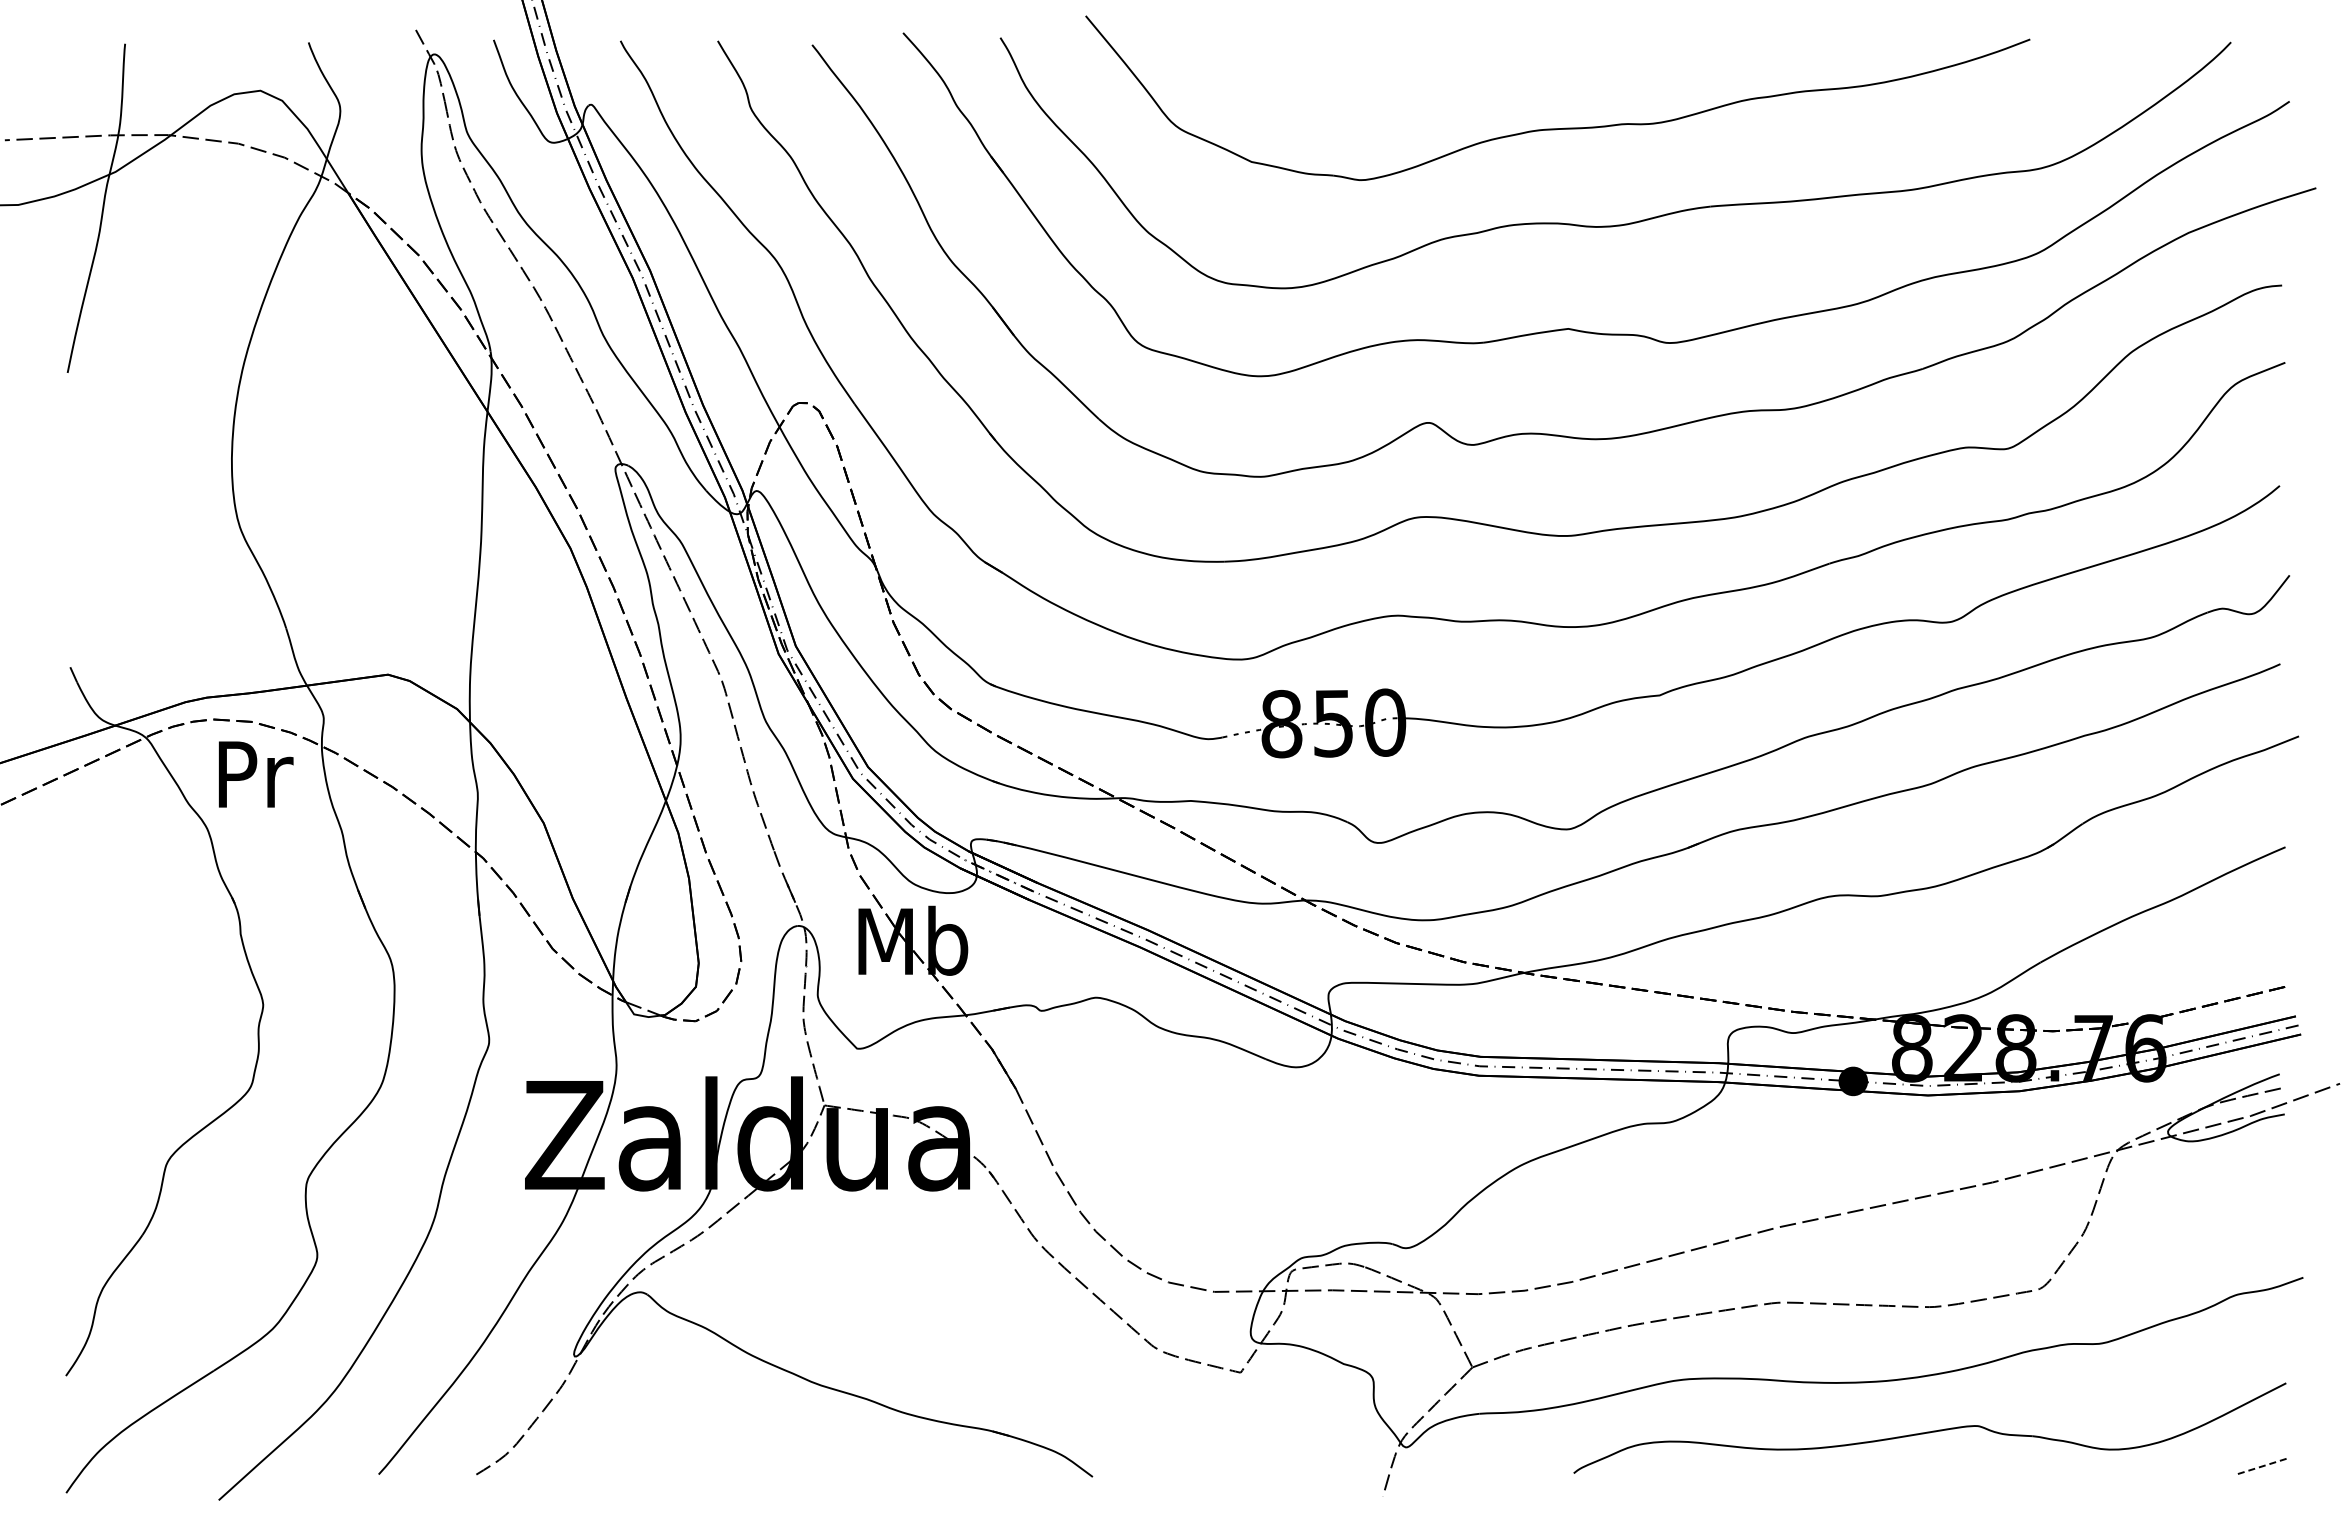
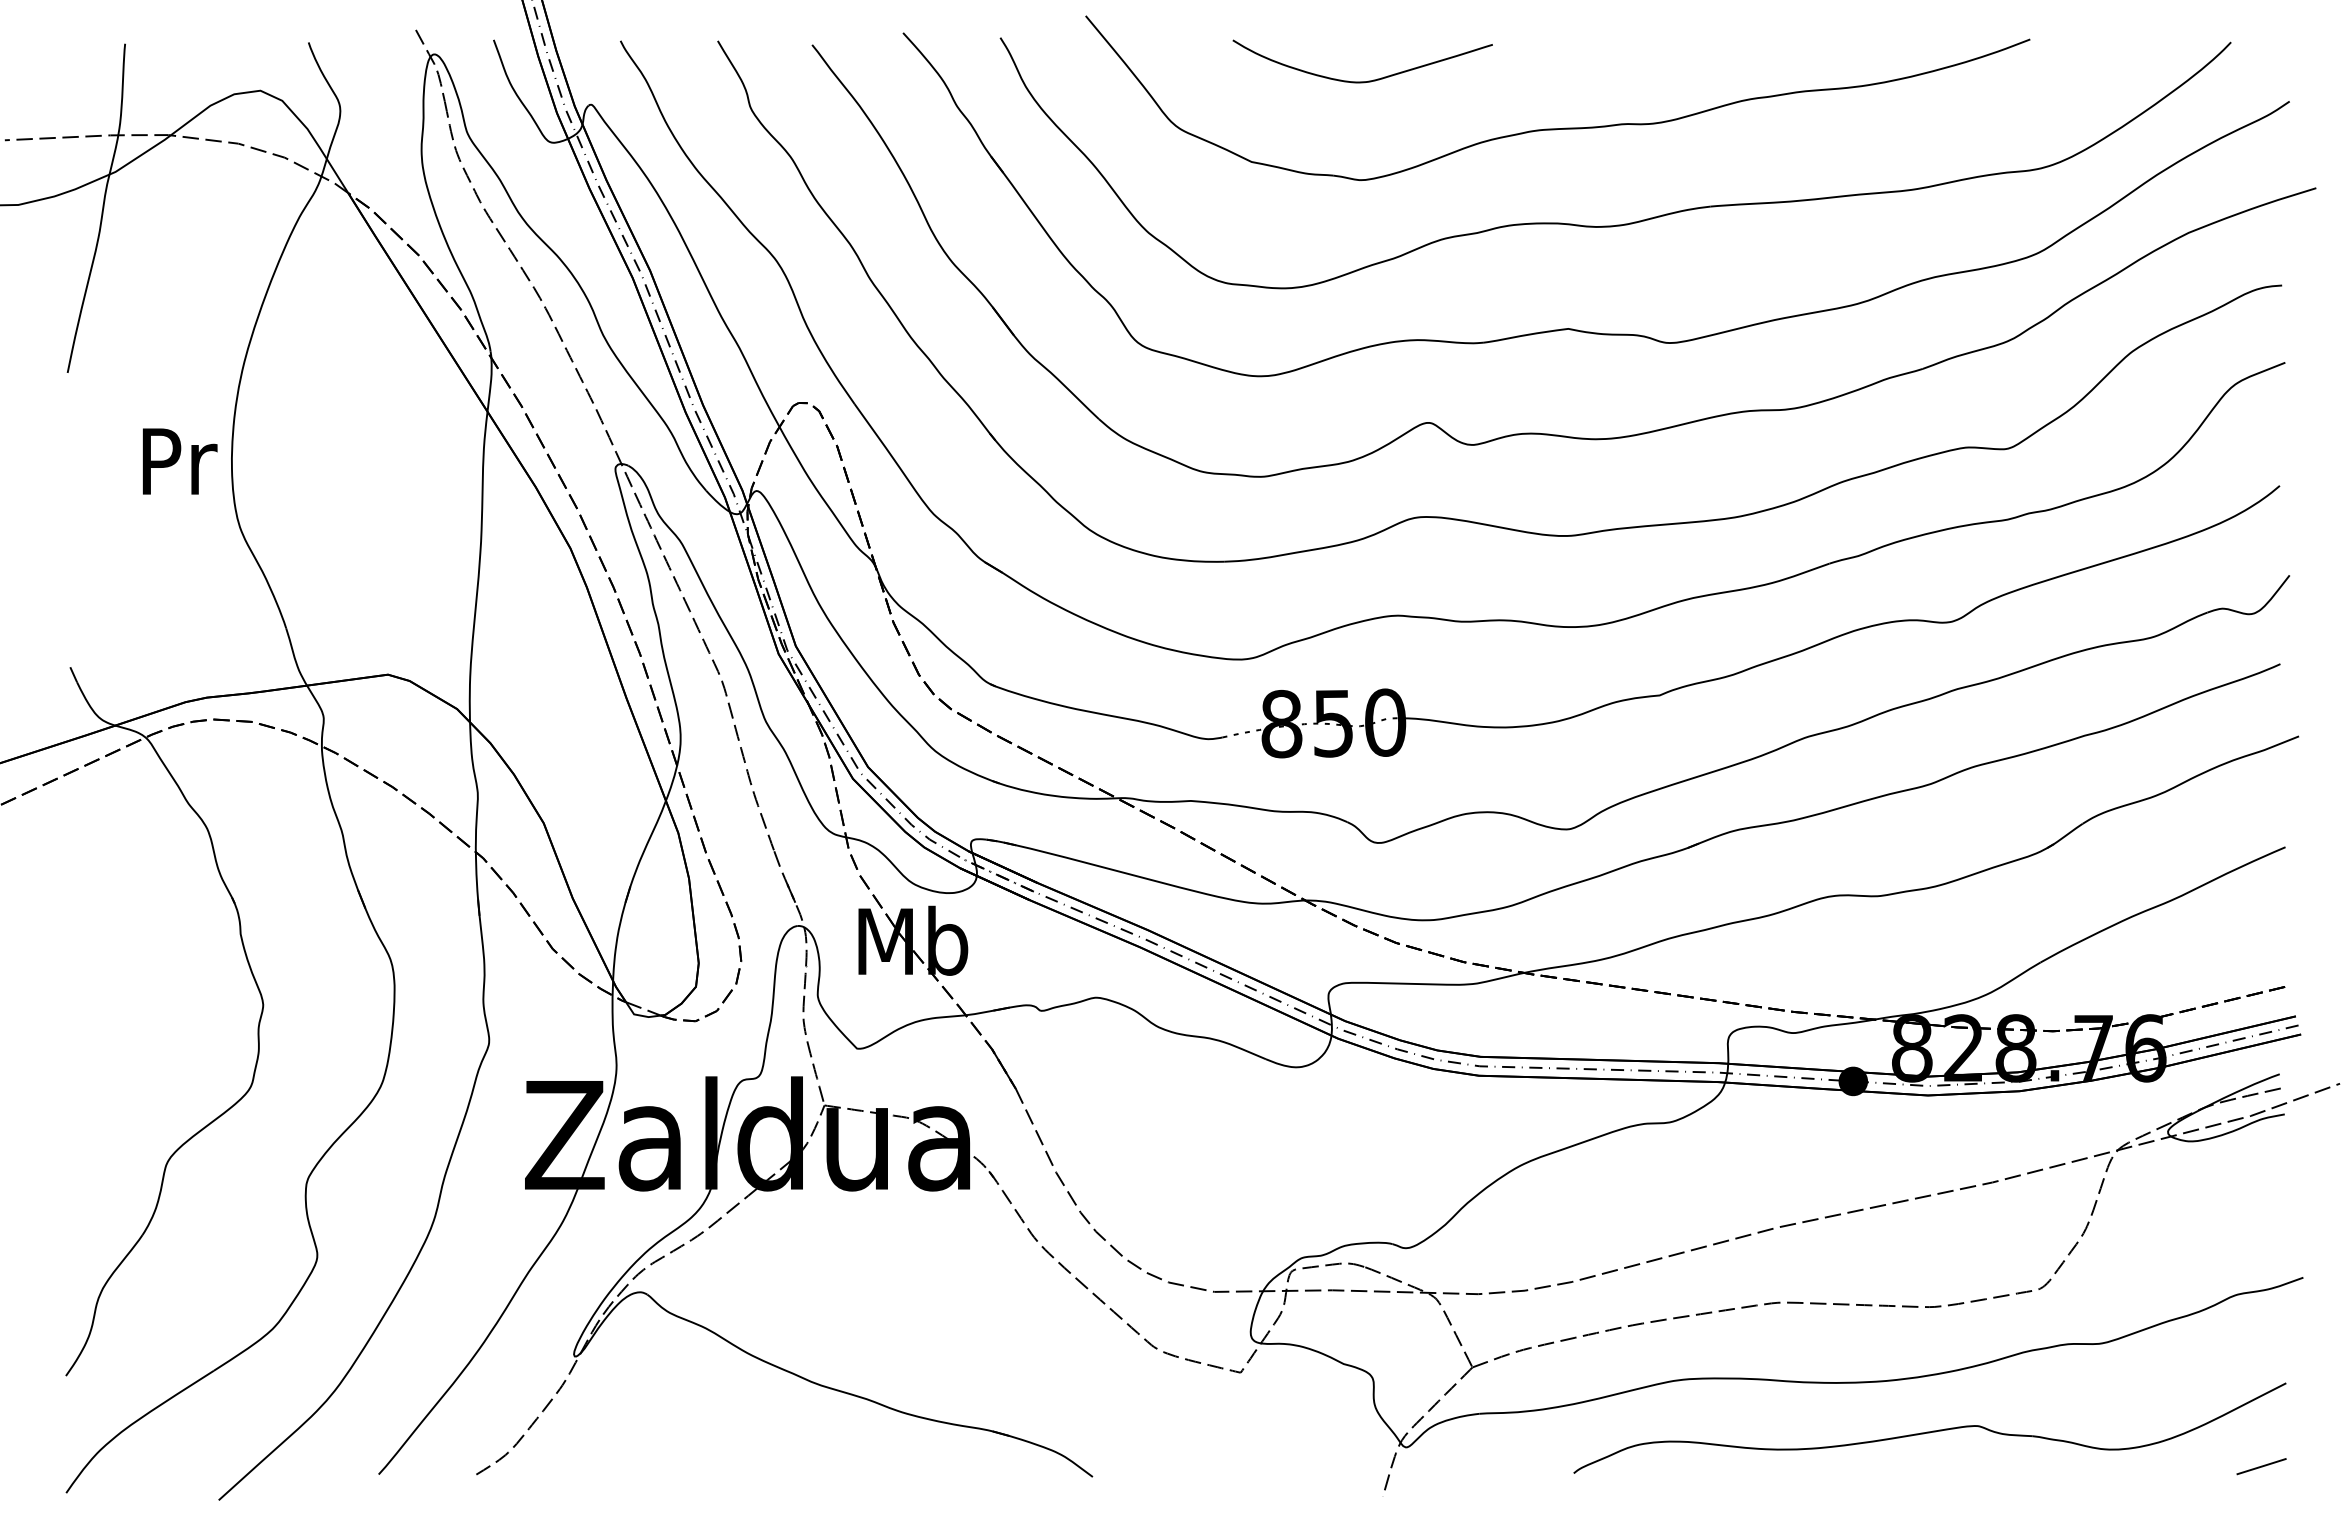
curve at (1368, 80): none -> present
text at (256, 774) position: (256, 774) -> (180, 461)
line at (2262, 1466): dashed -> solid
